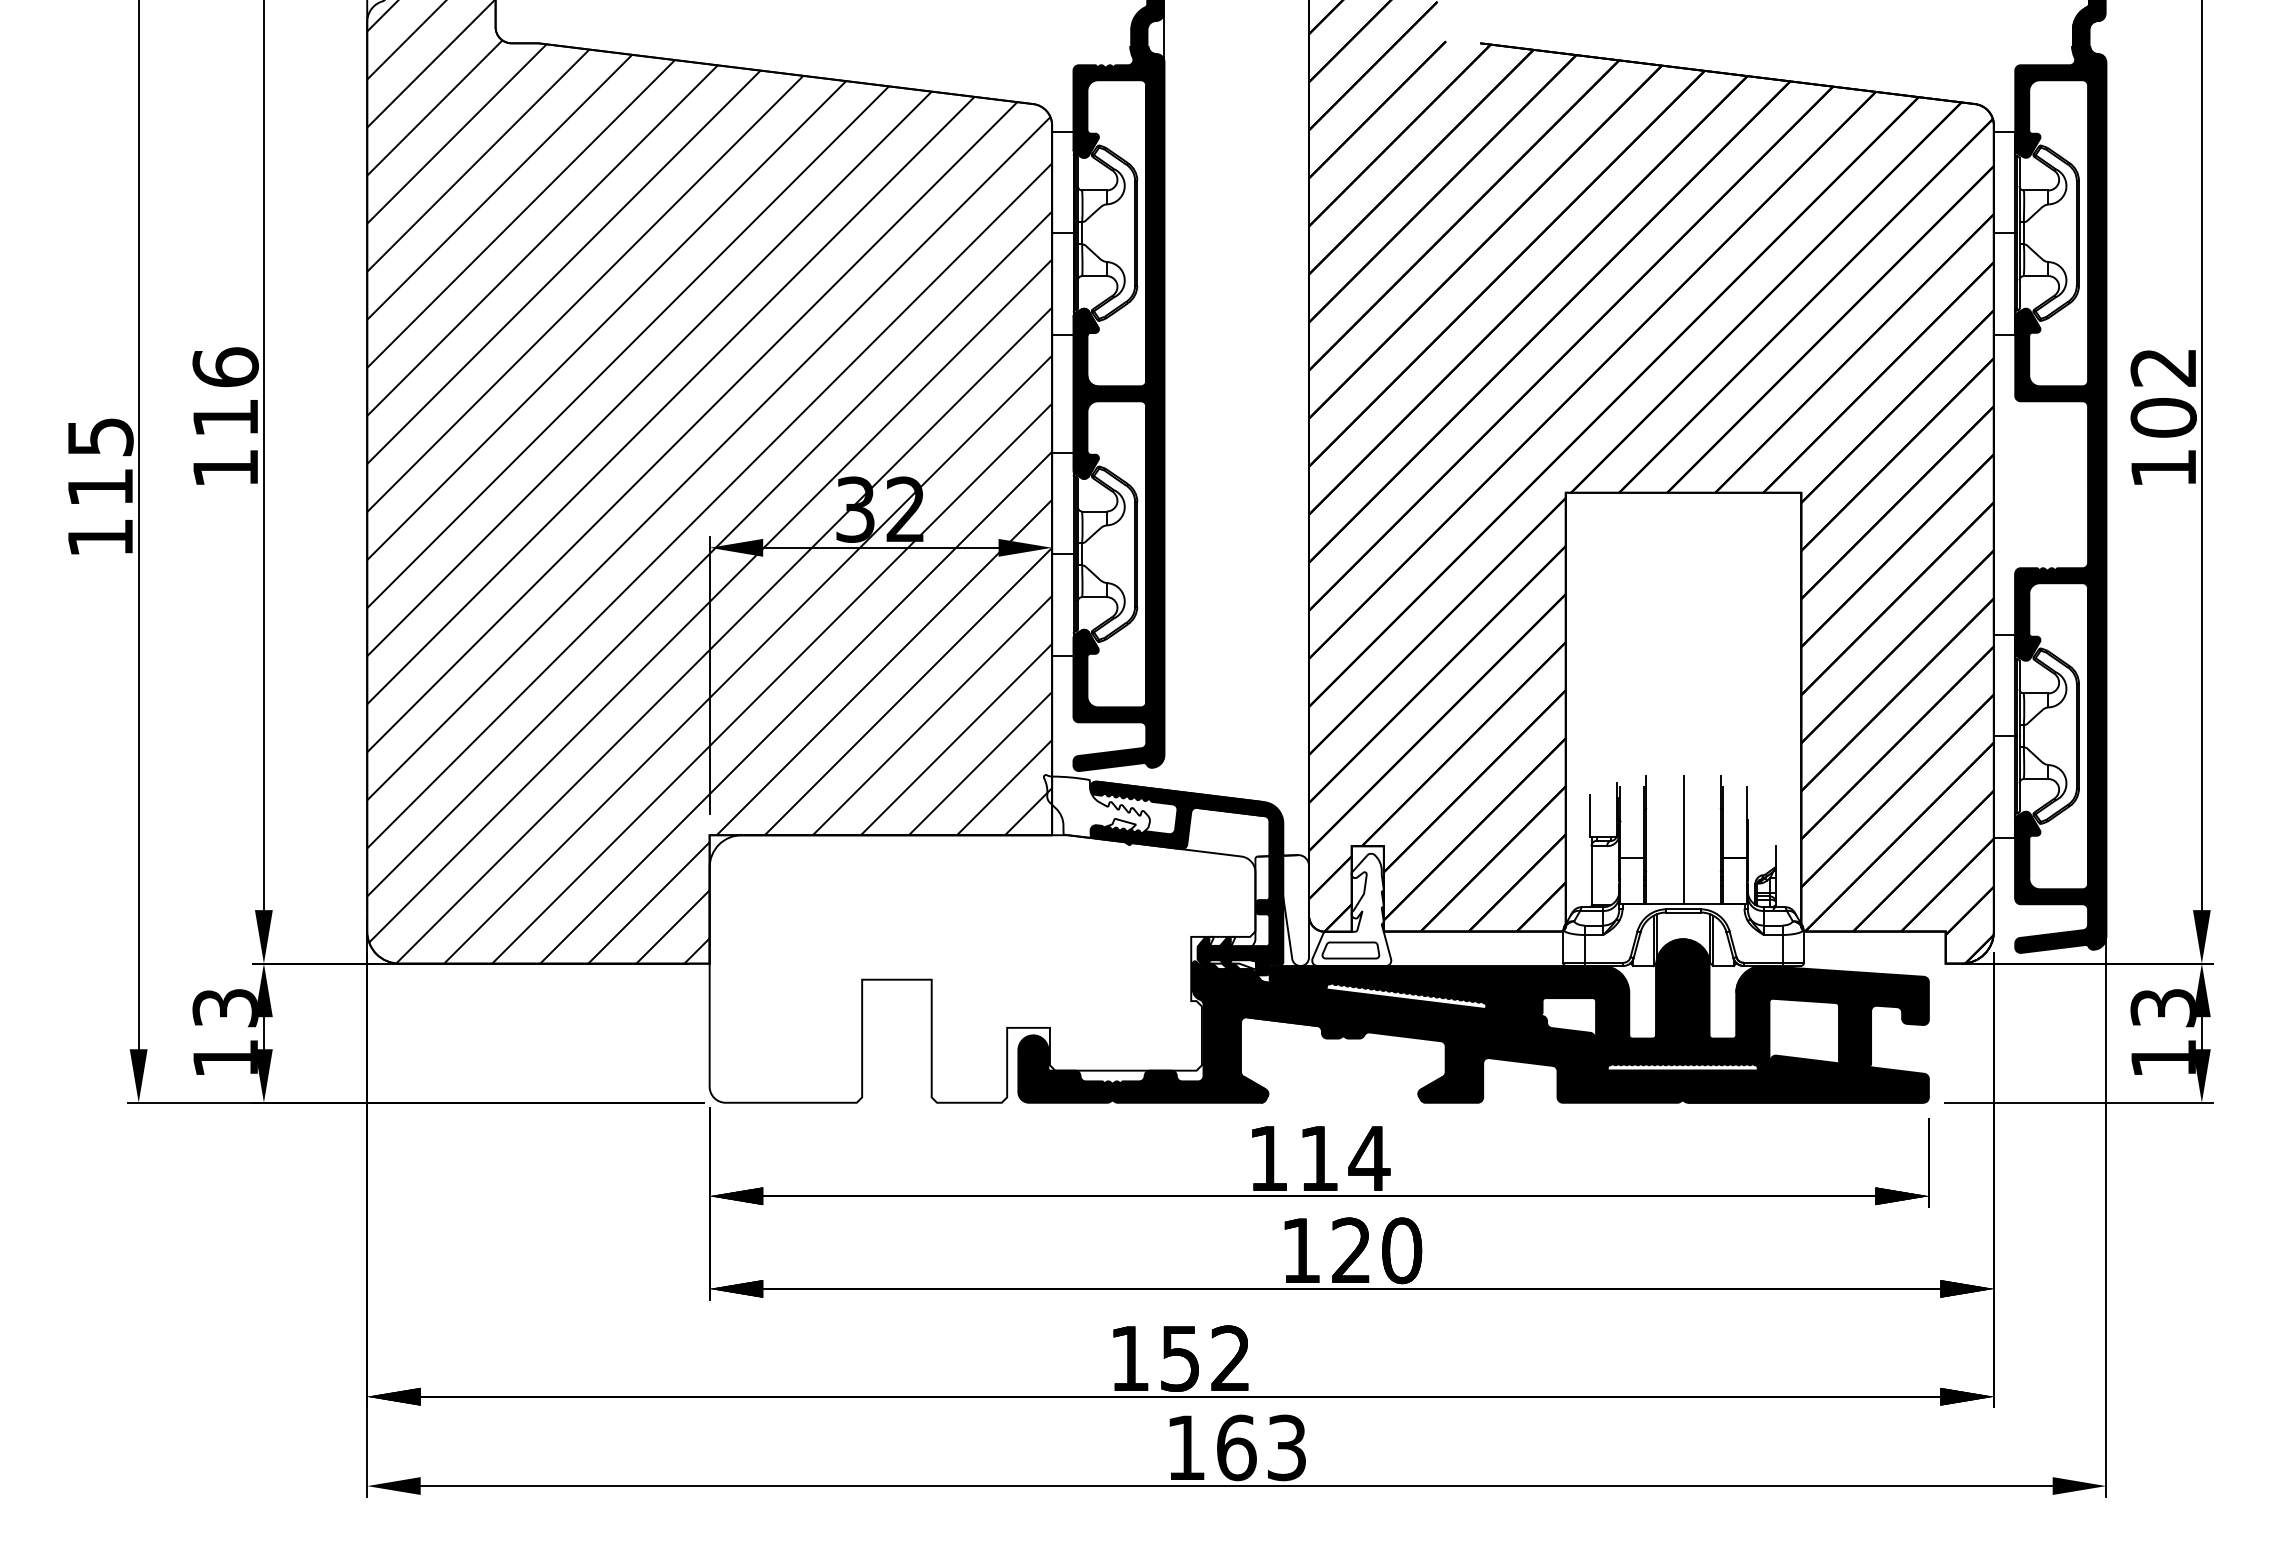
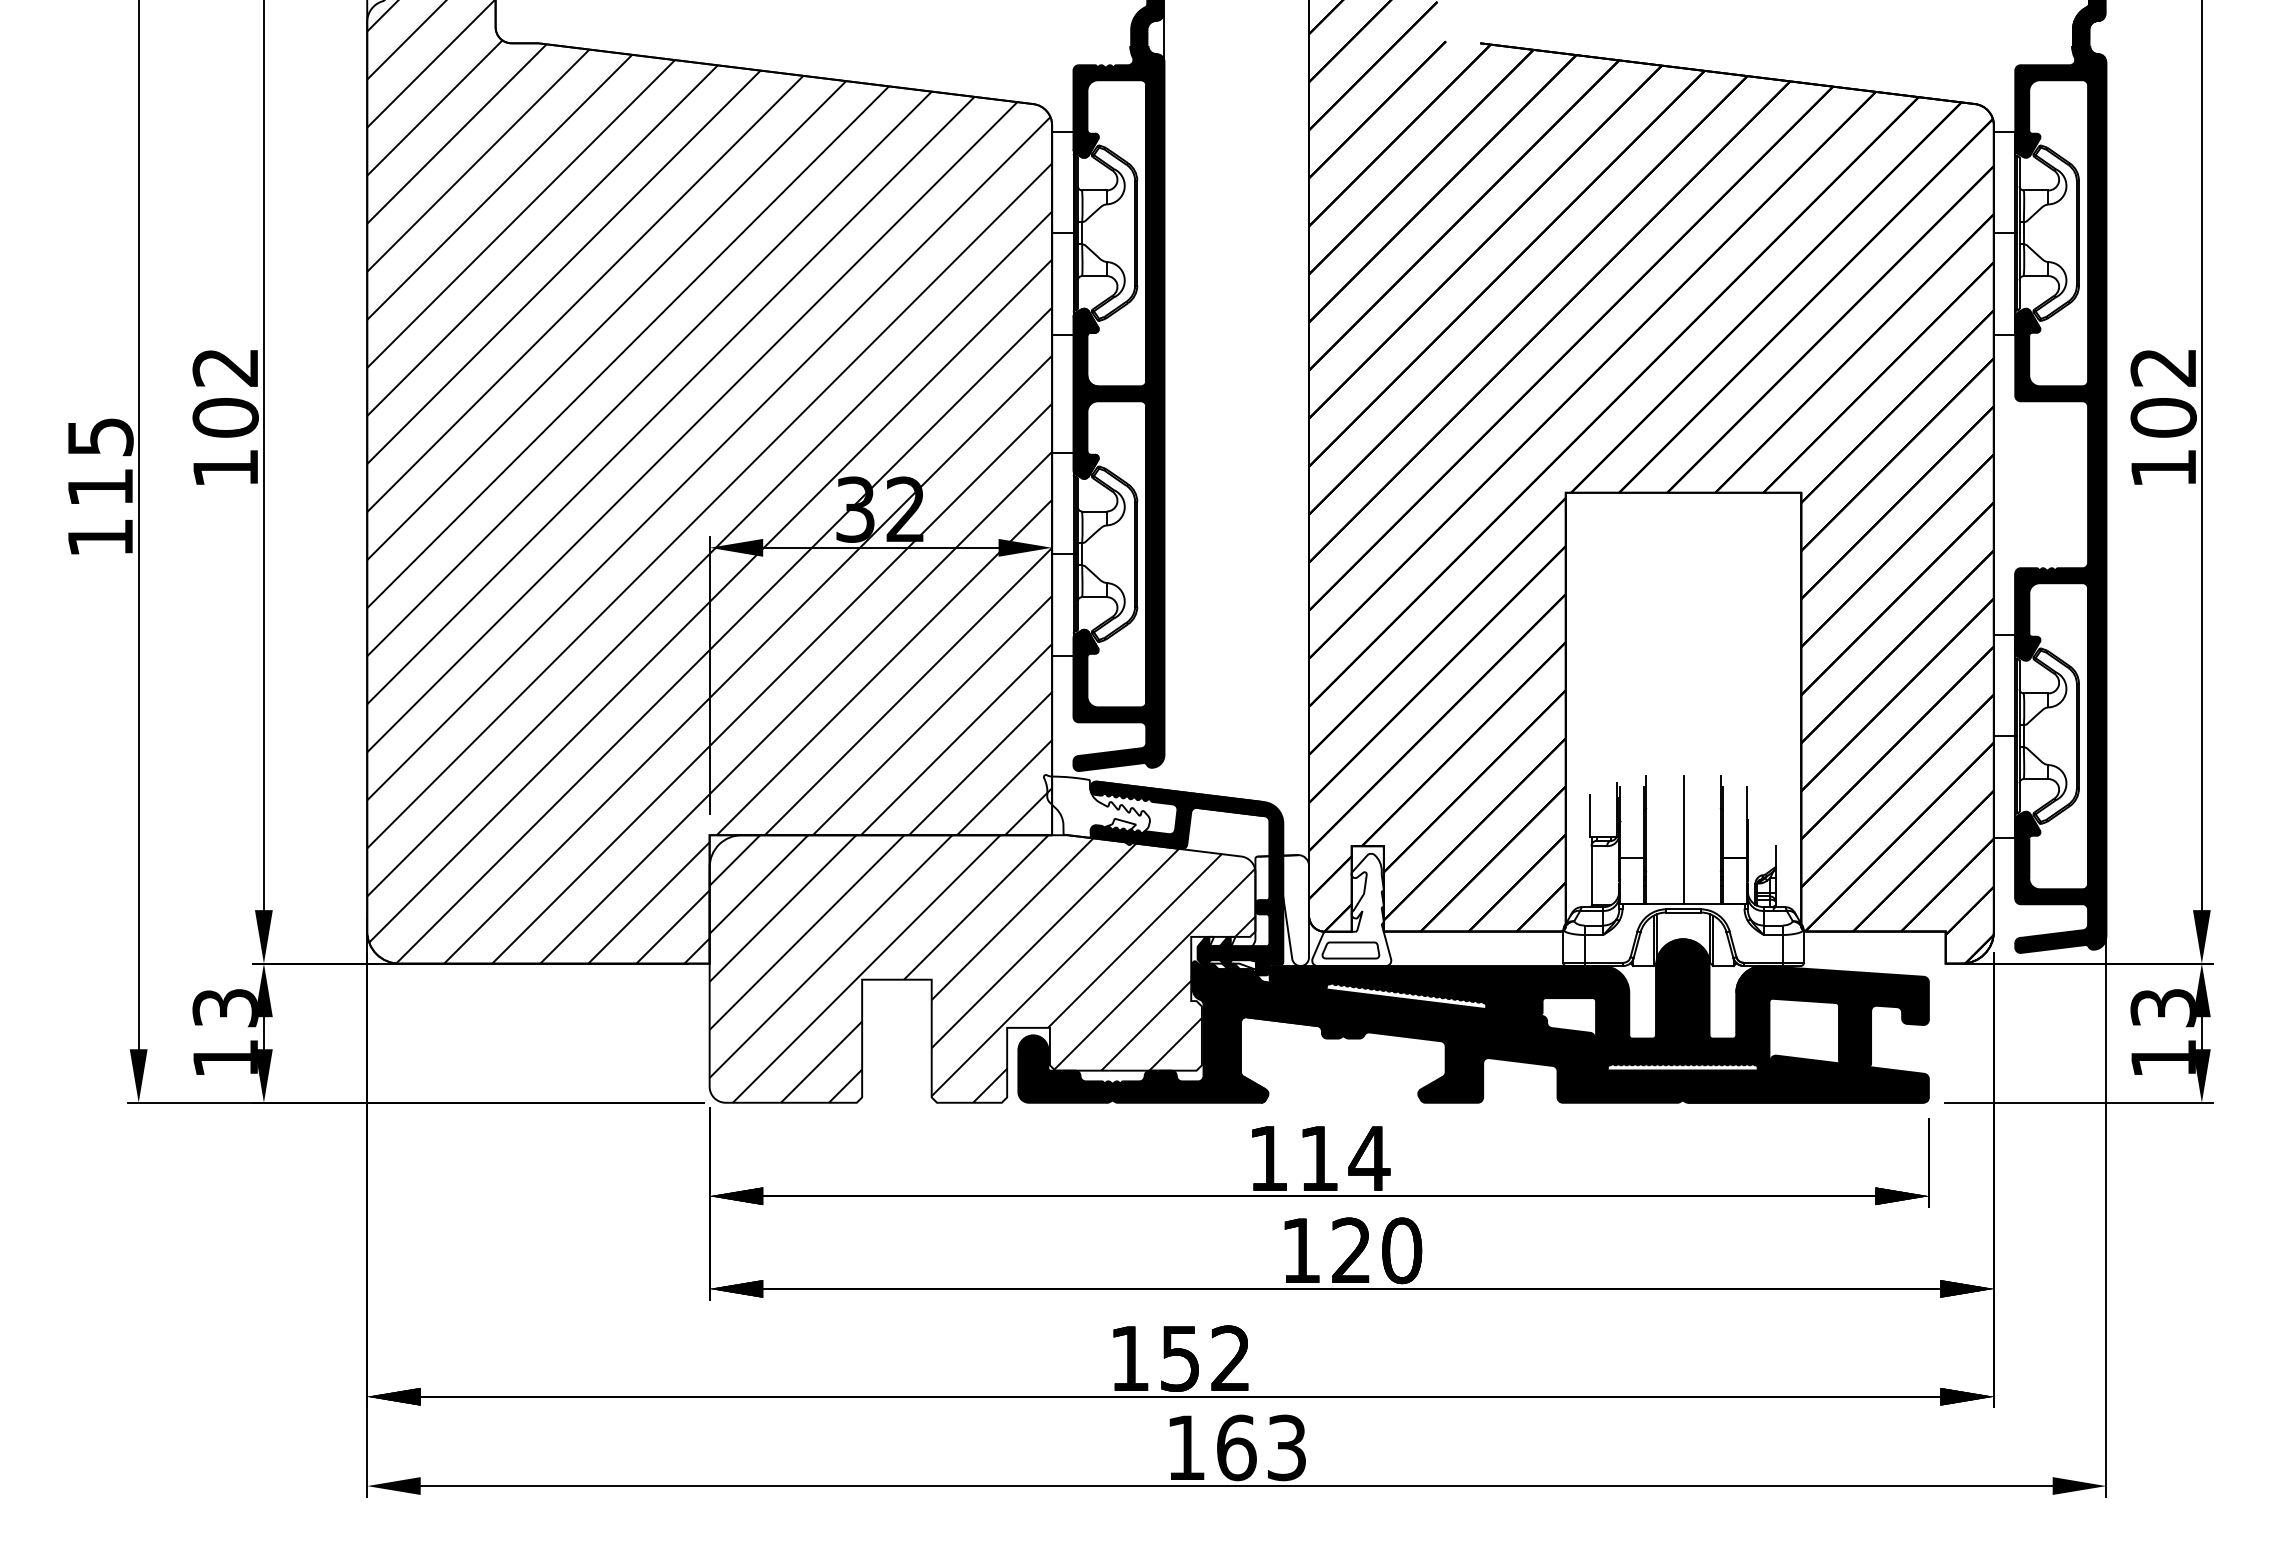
text at (225, 392): 116 -> 102
hatch at (982, 968): none -> present
